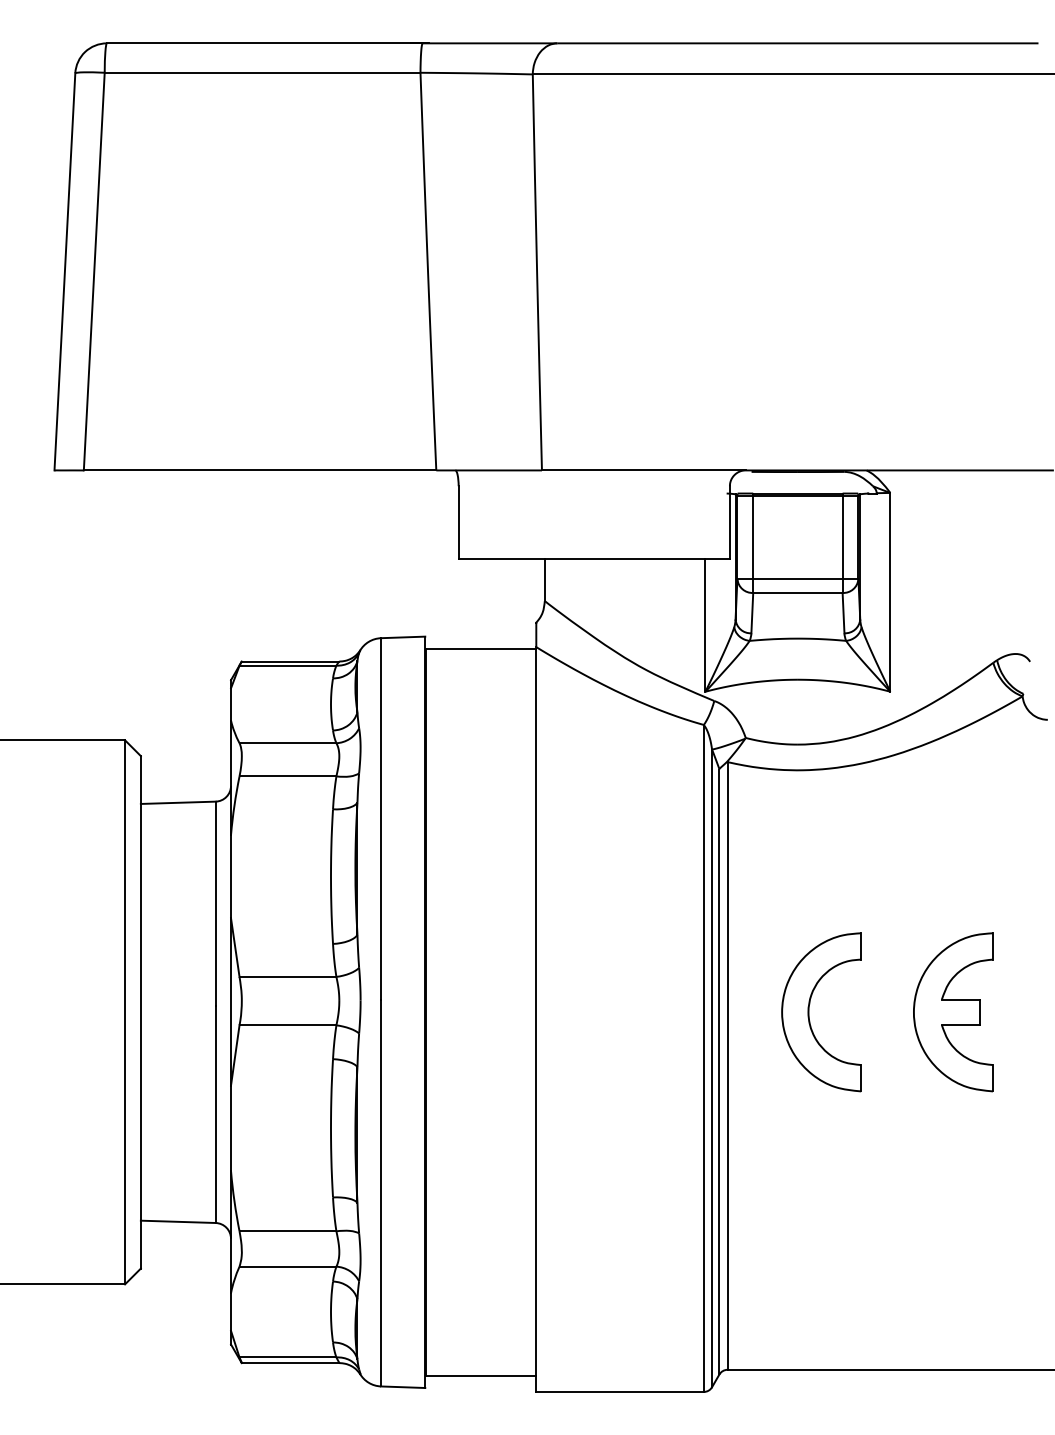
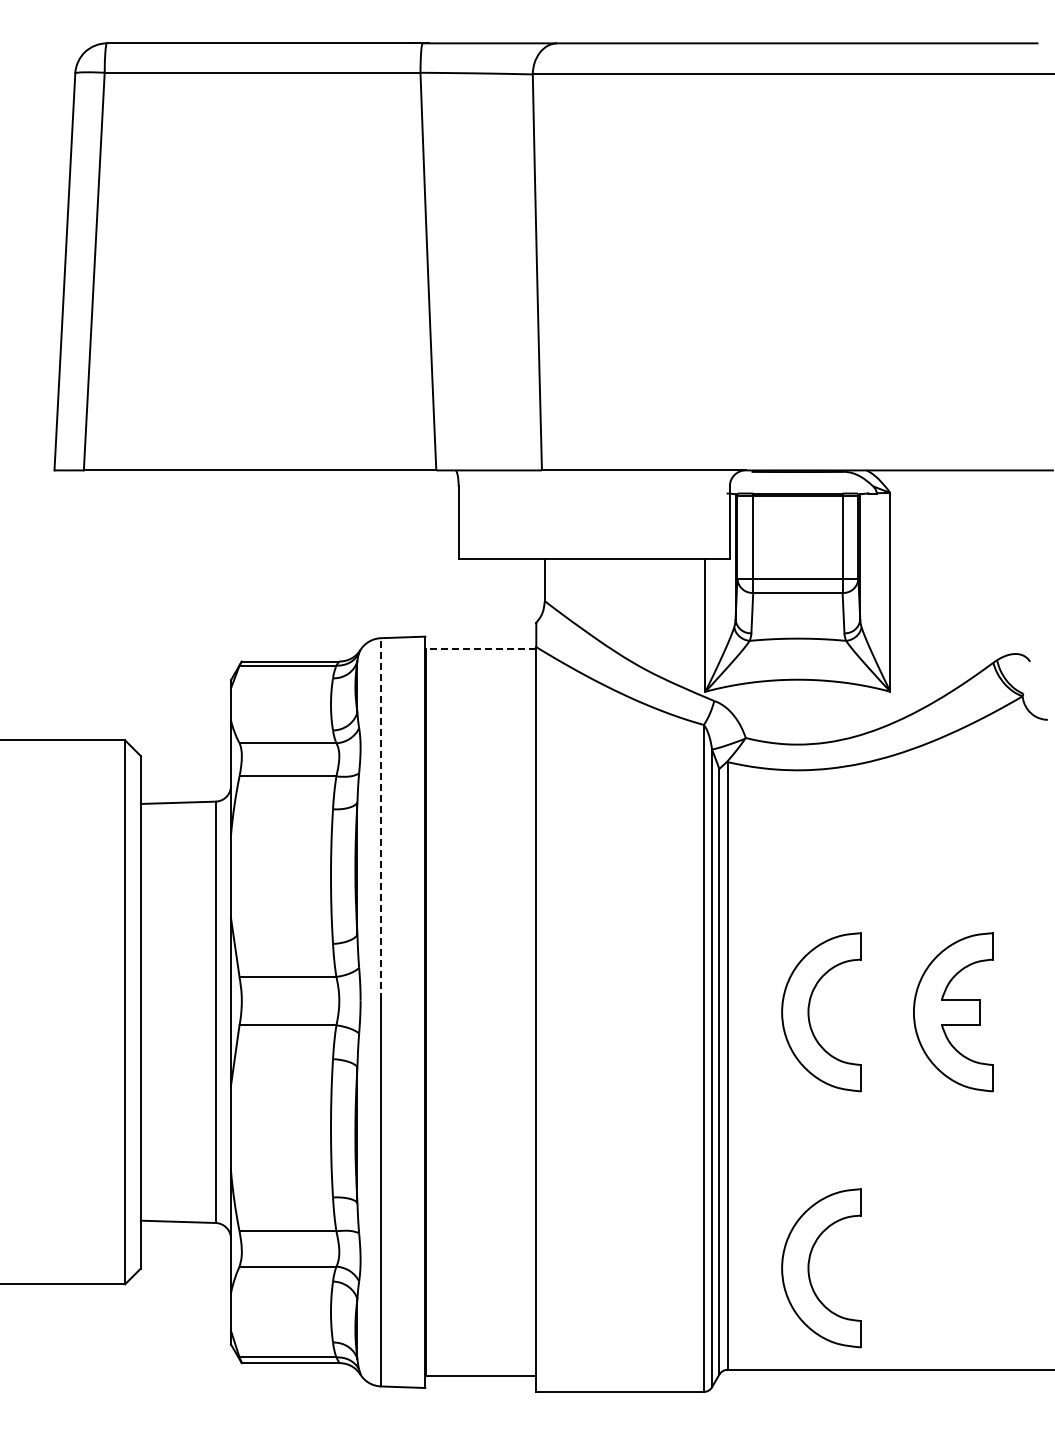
line at (480, 648): solid -> dashed
line at (381, 819): solid -> dashed
part at (809, 1268): none -> present
